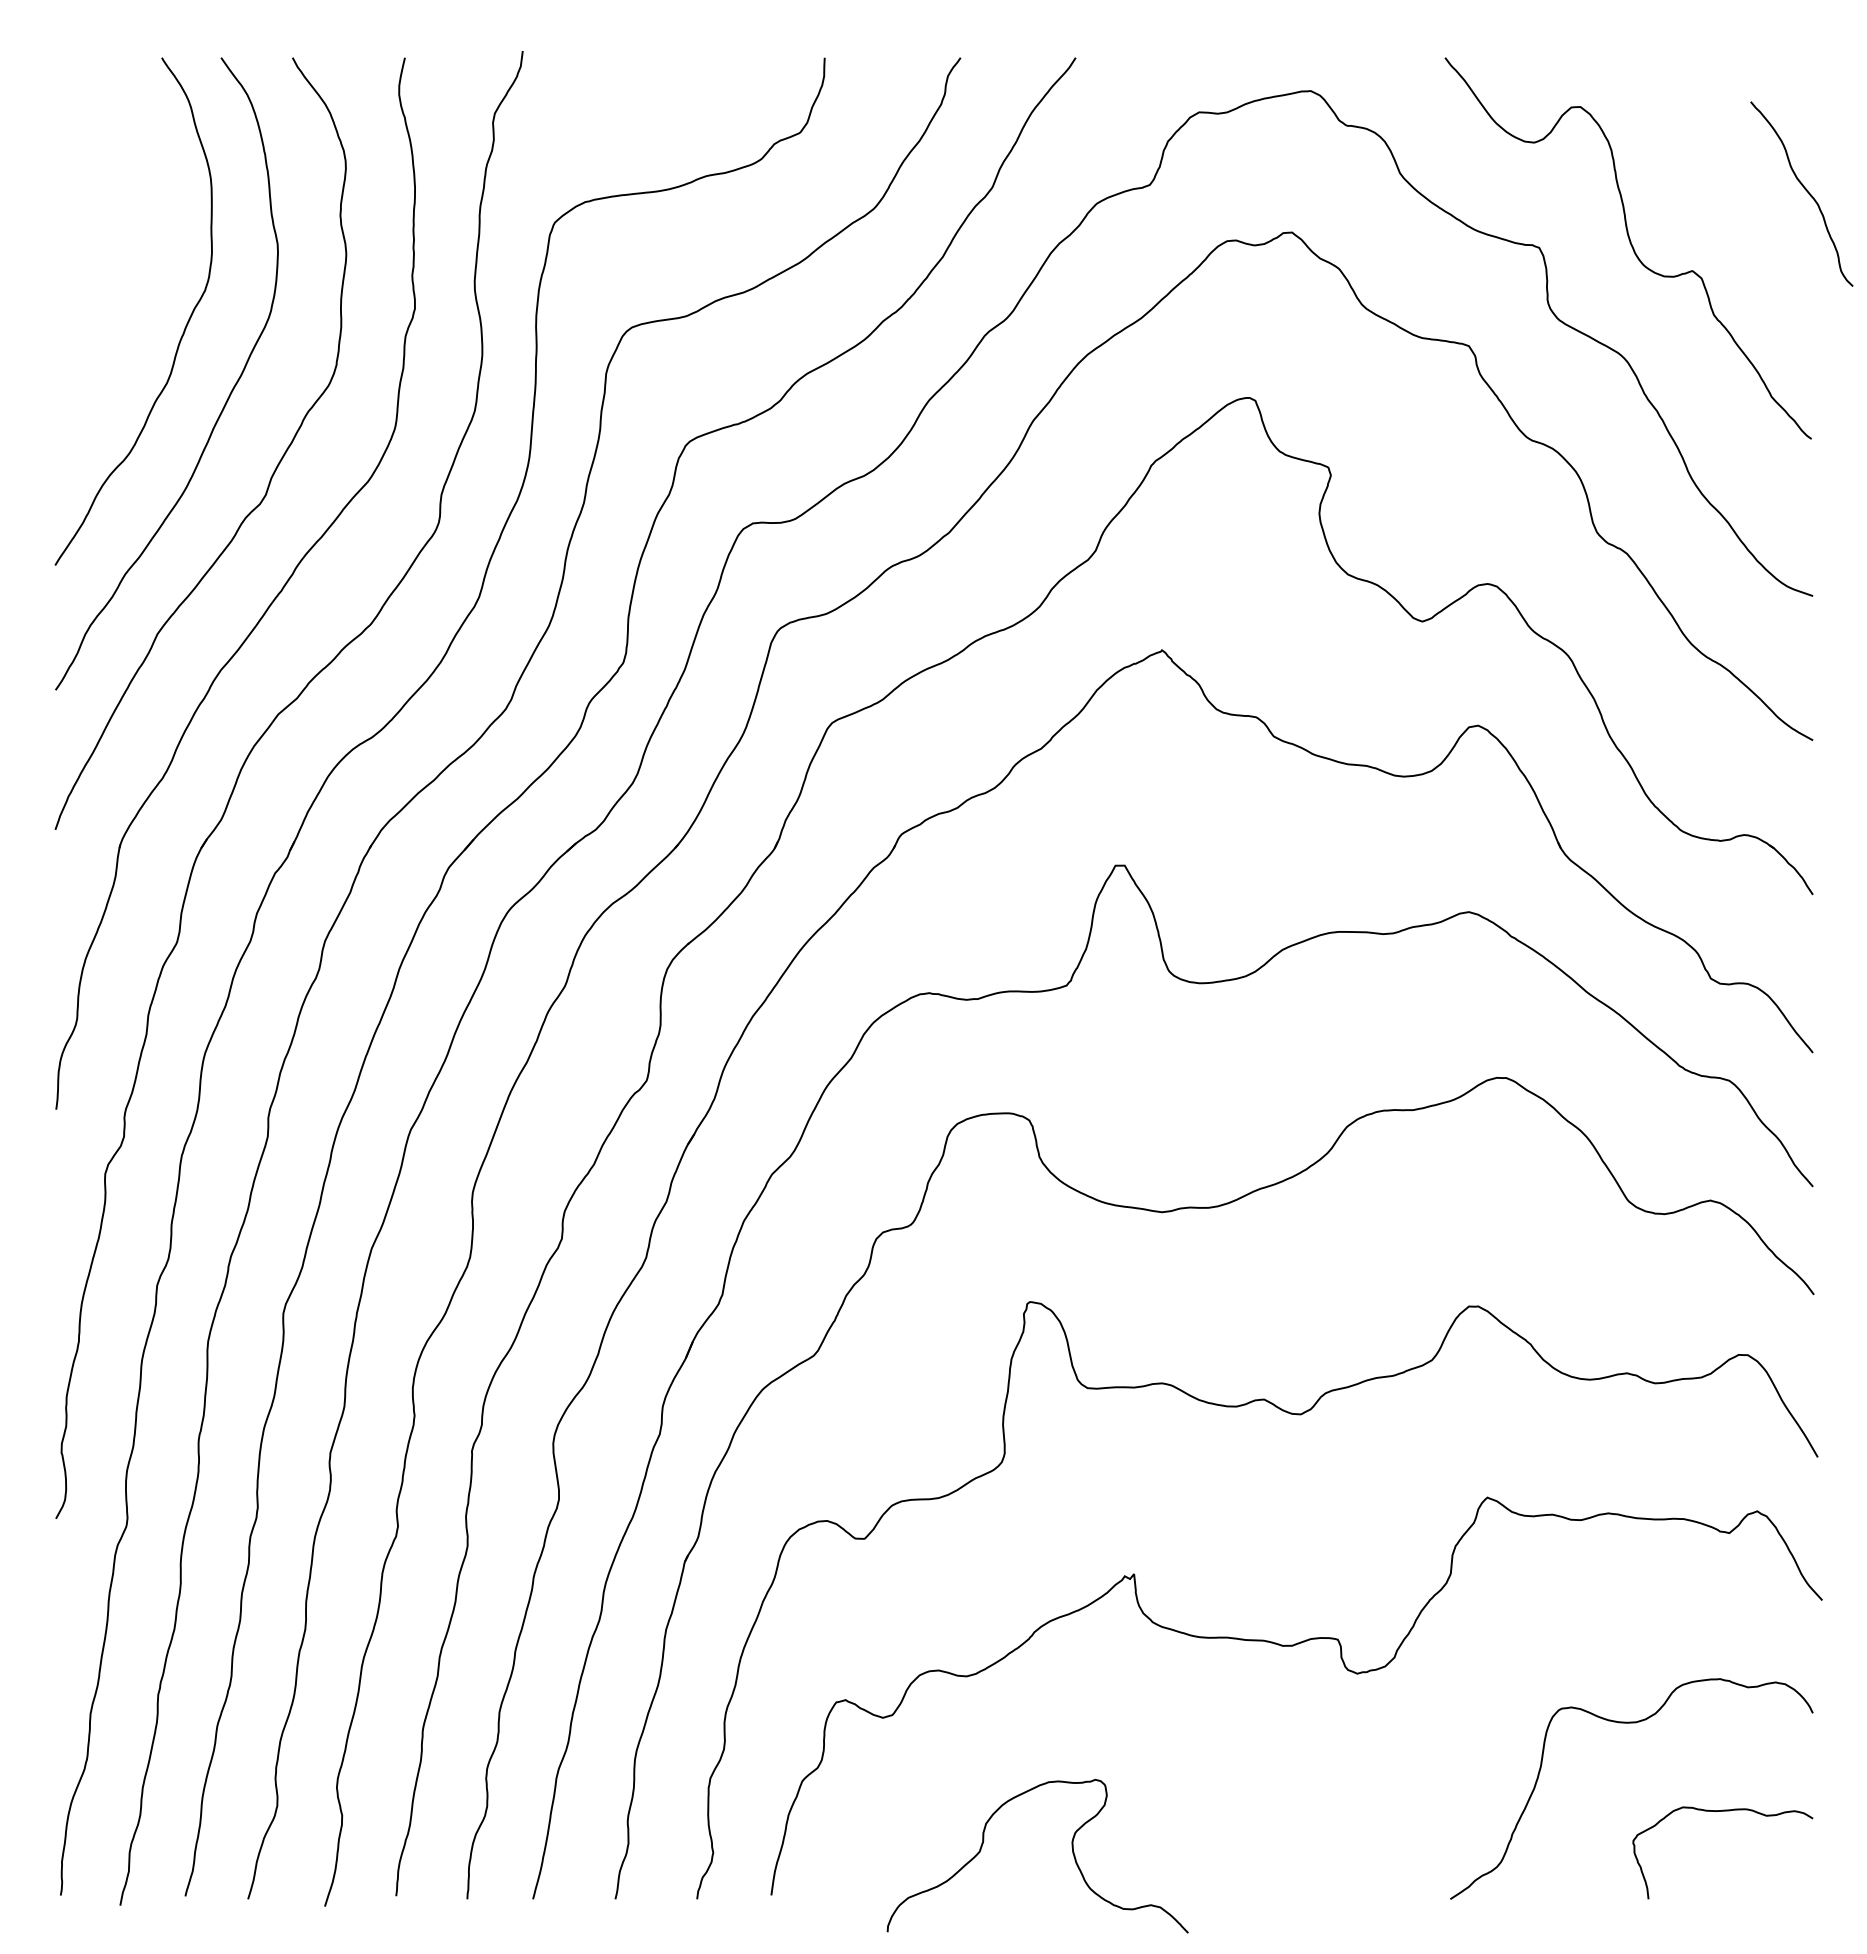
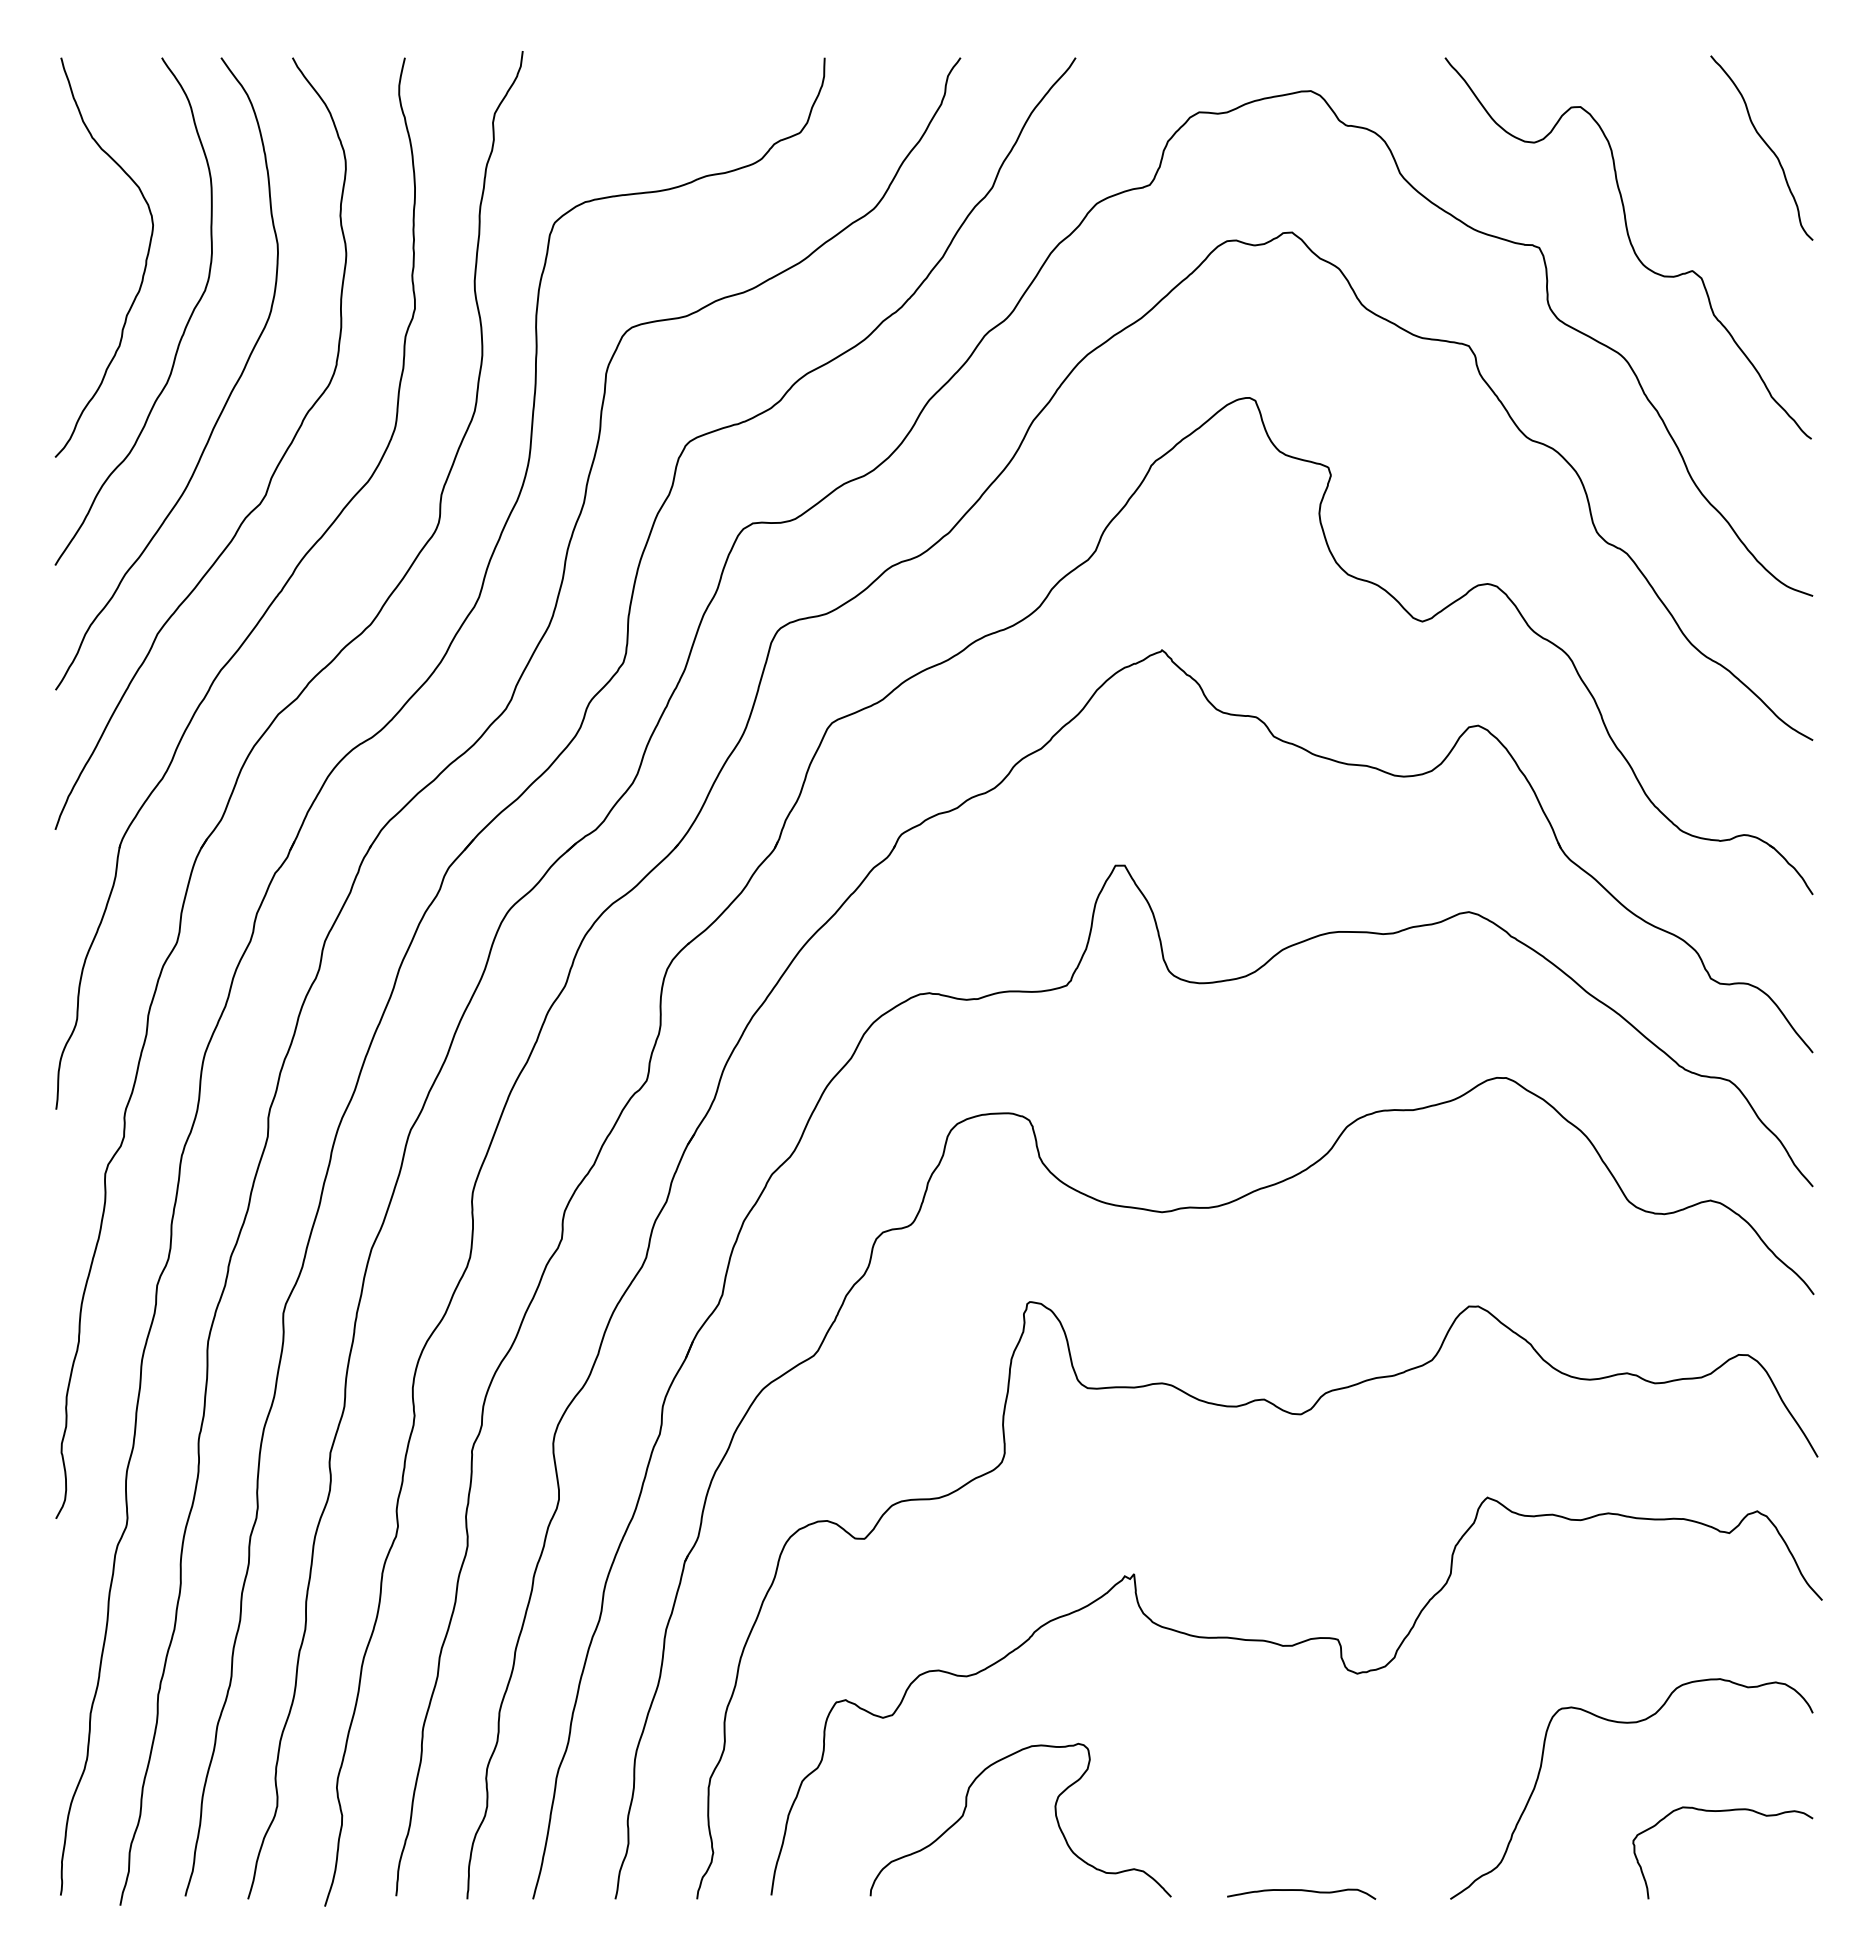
curve at (1804, 189) position: (1804, 189) -> (1764, 143)
curve at (144, 266): none -> present
curve at (1071, 1847) position: (1071, 1847) -> (1054, 1811)
curve at (1302, 1891): none -> present
